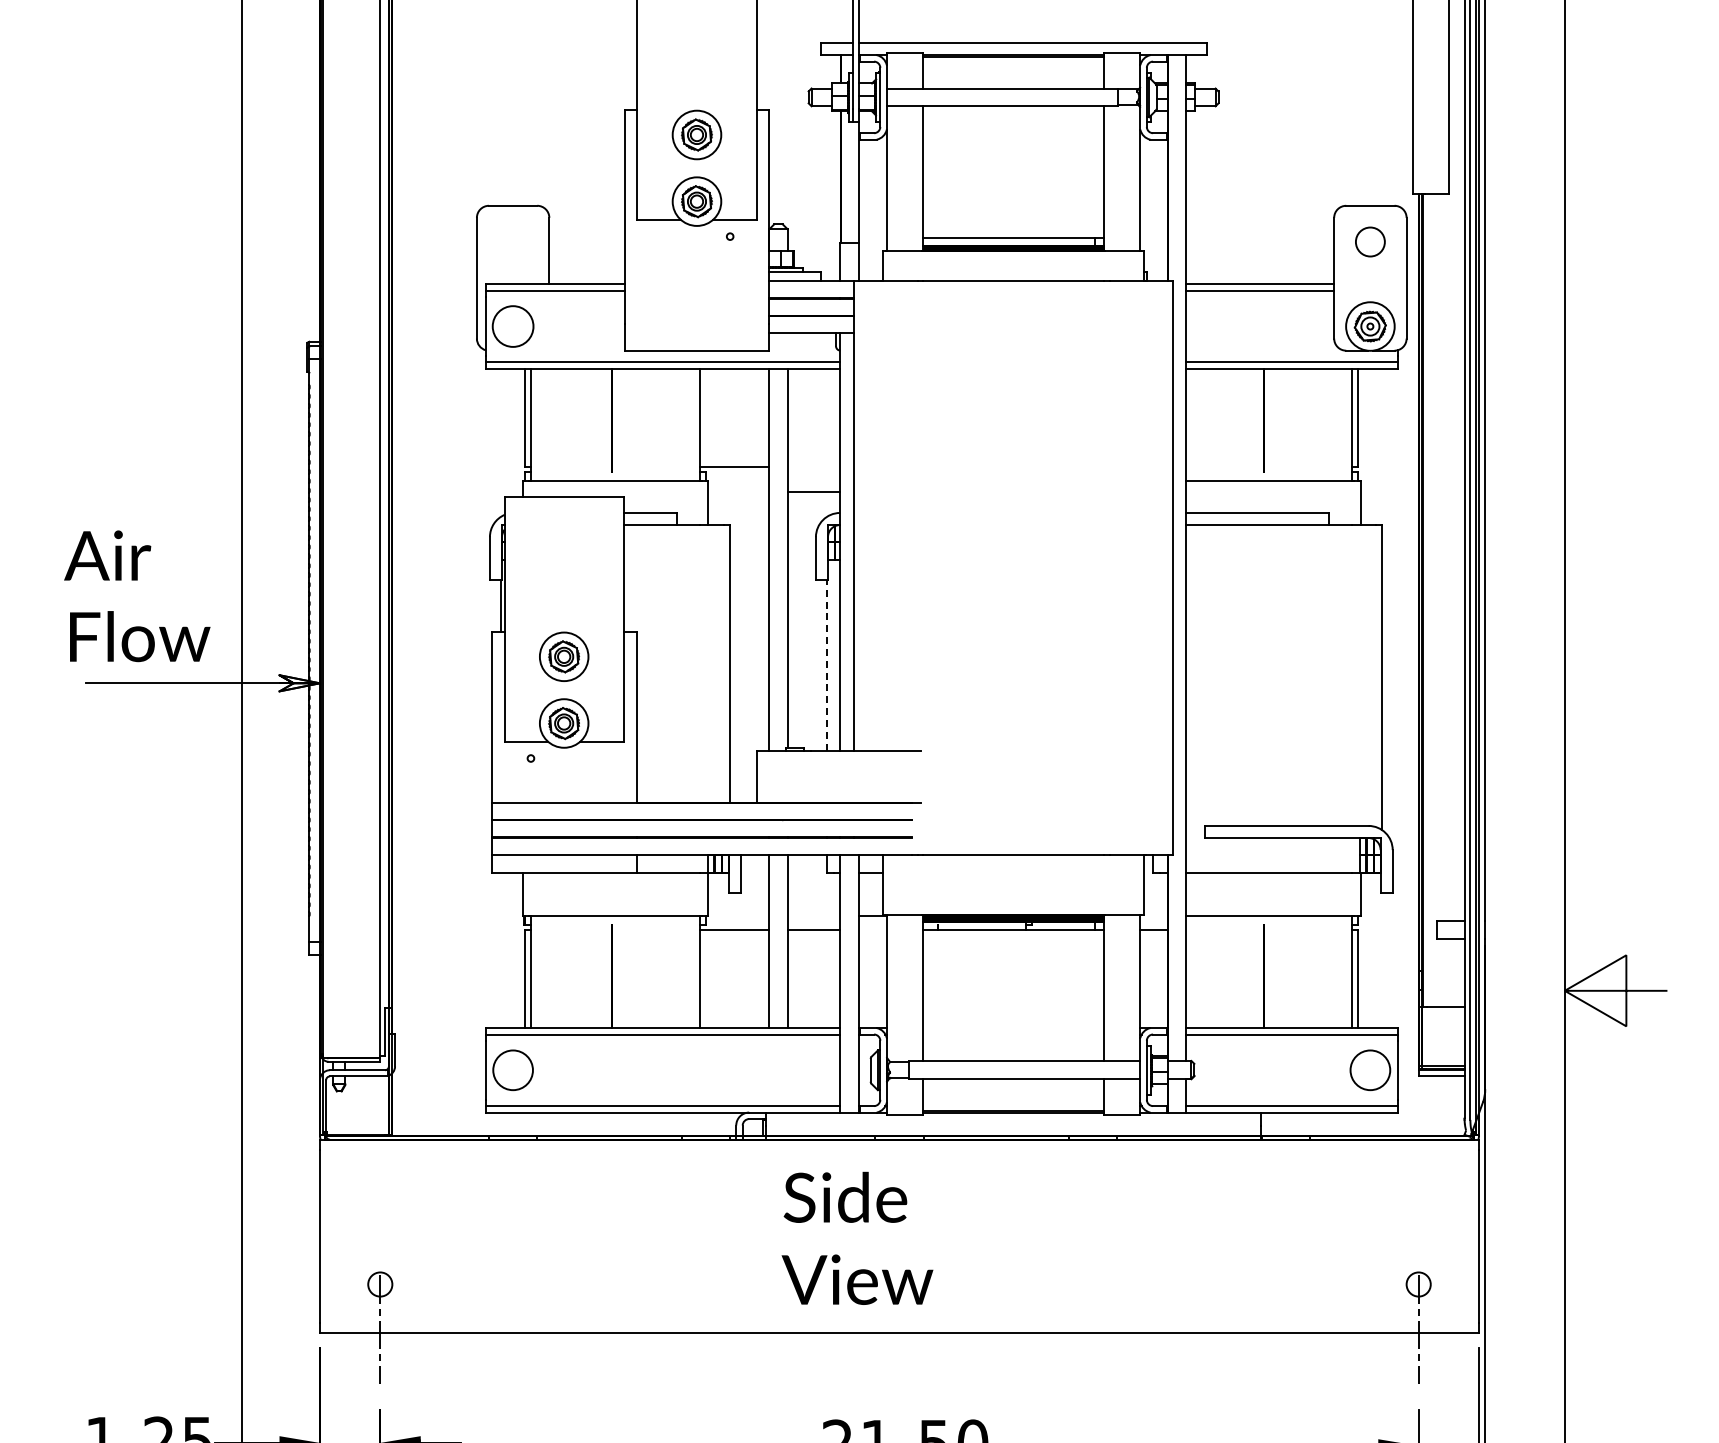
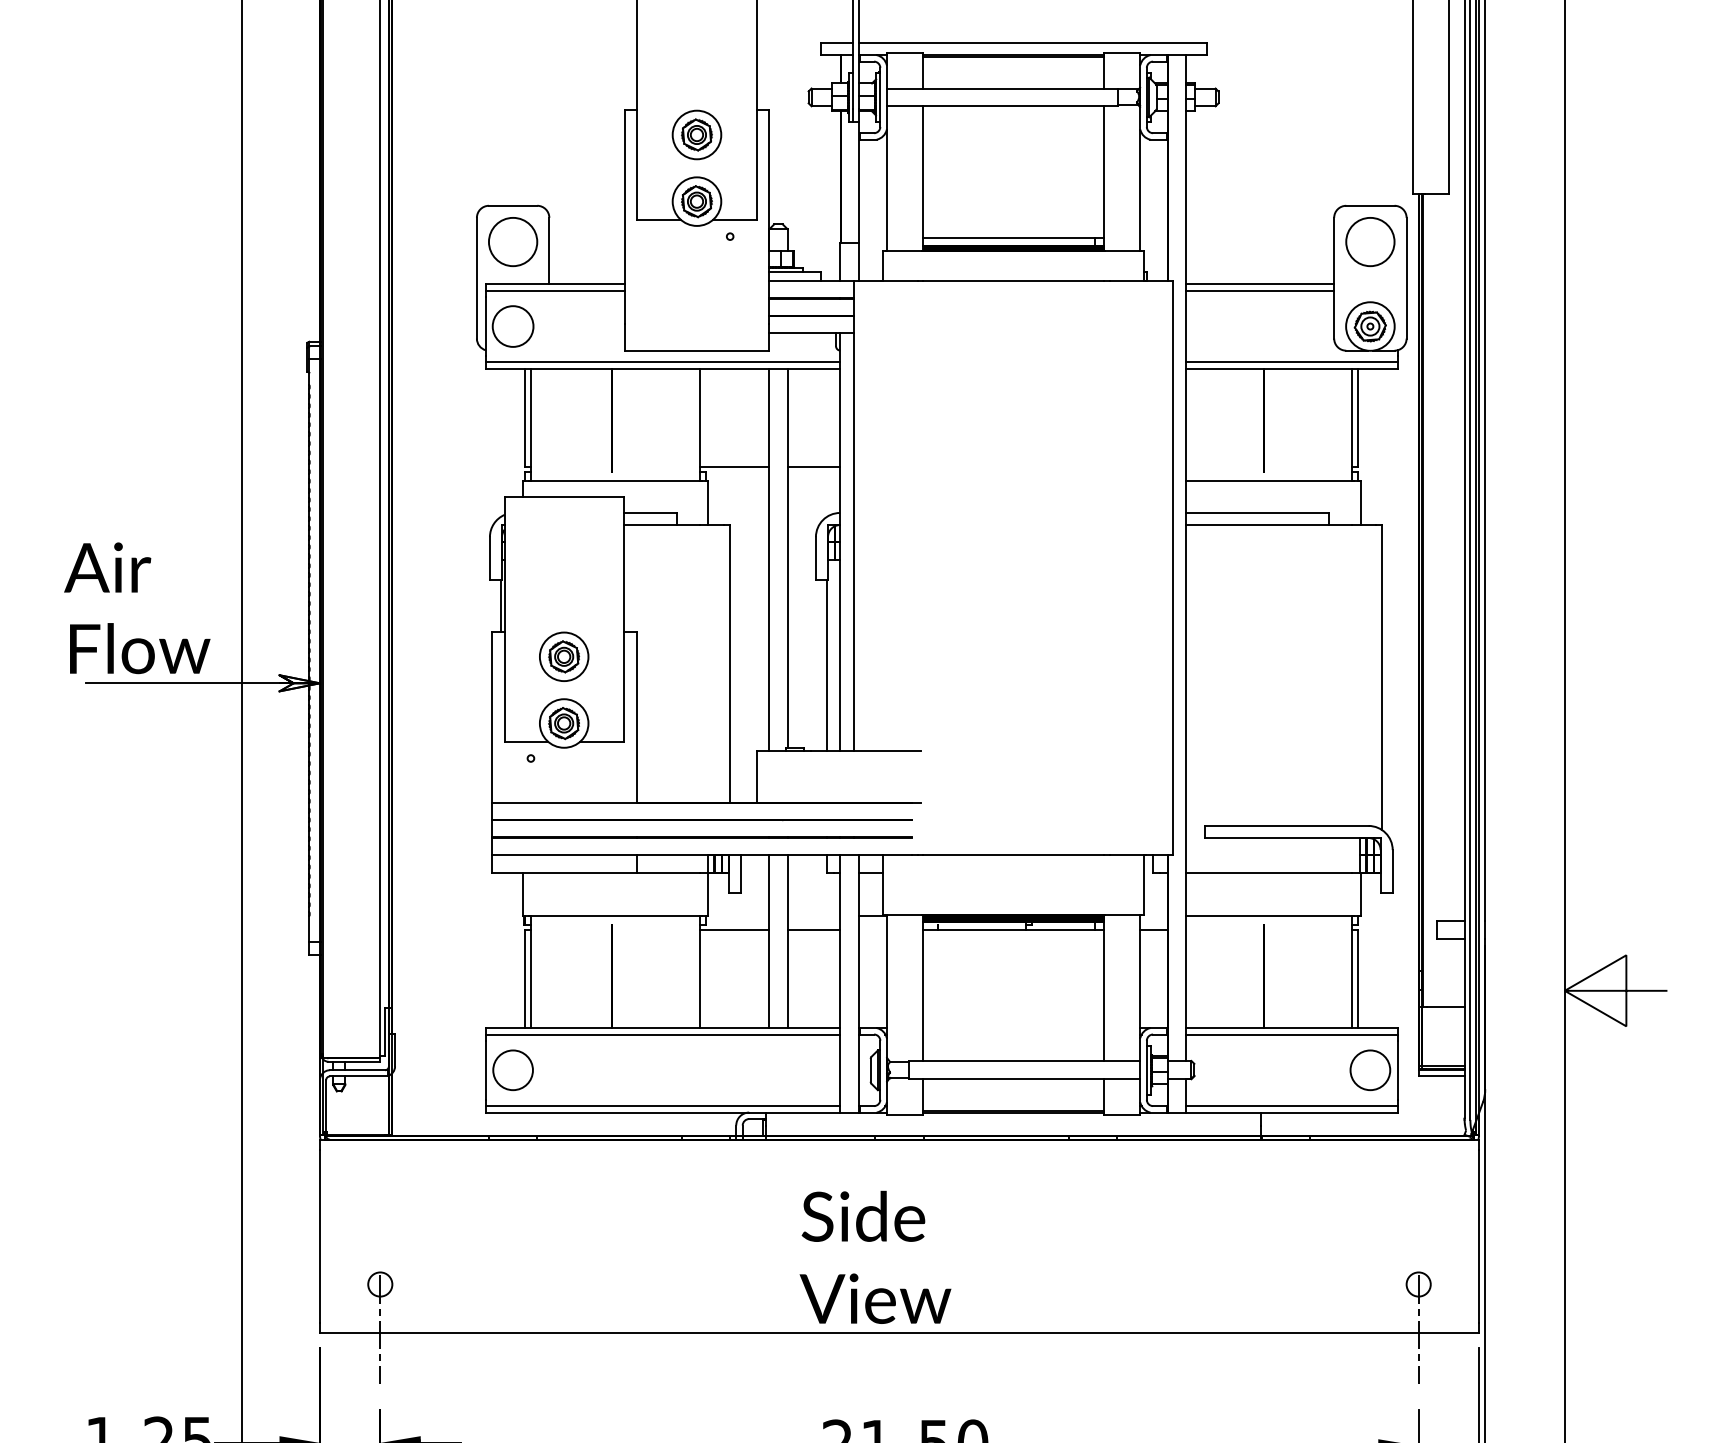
circle at (1369, 241) diameter: 29 px -> 48 px
circle at (513, 242): none -> present
line at (813, 491) position: (813, 491) -> (813, 466)
text at (137, 596) position: (137, 596) -> (137, 608)
line at (826, 664): dashed -> solid
text at (857, 1237) position: (857, 1237) -> (875, 1256)
